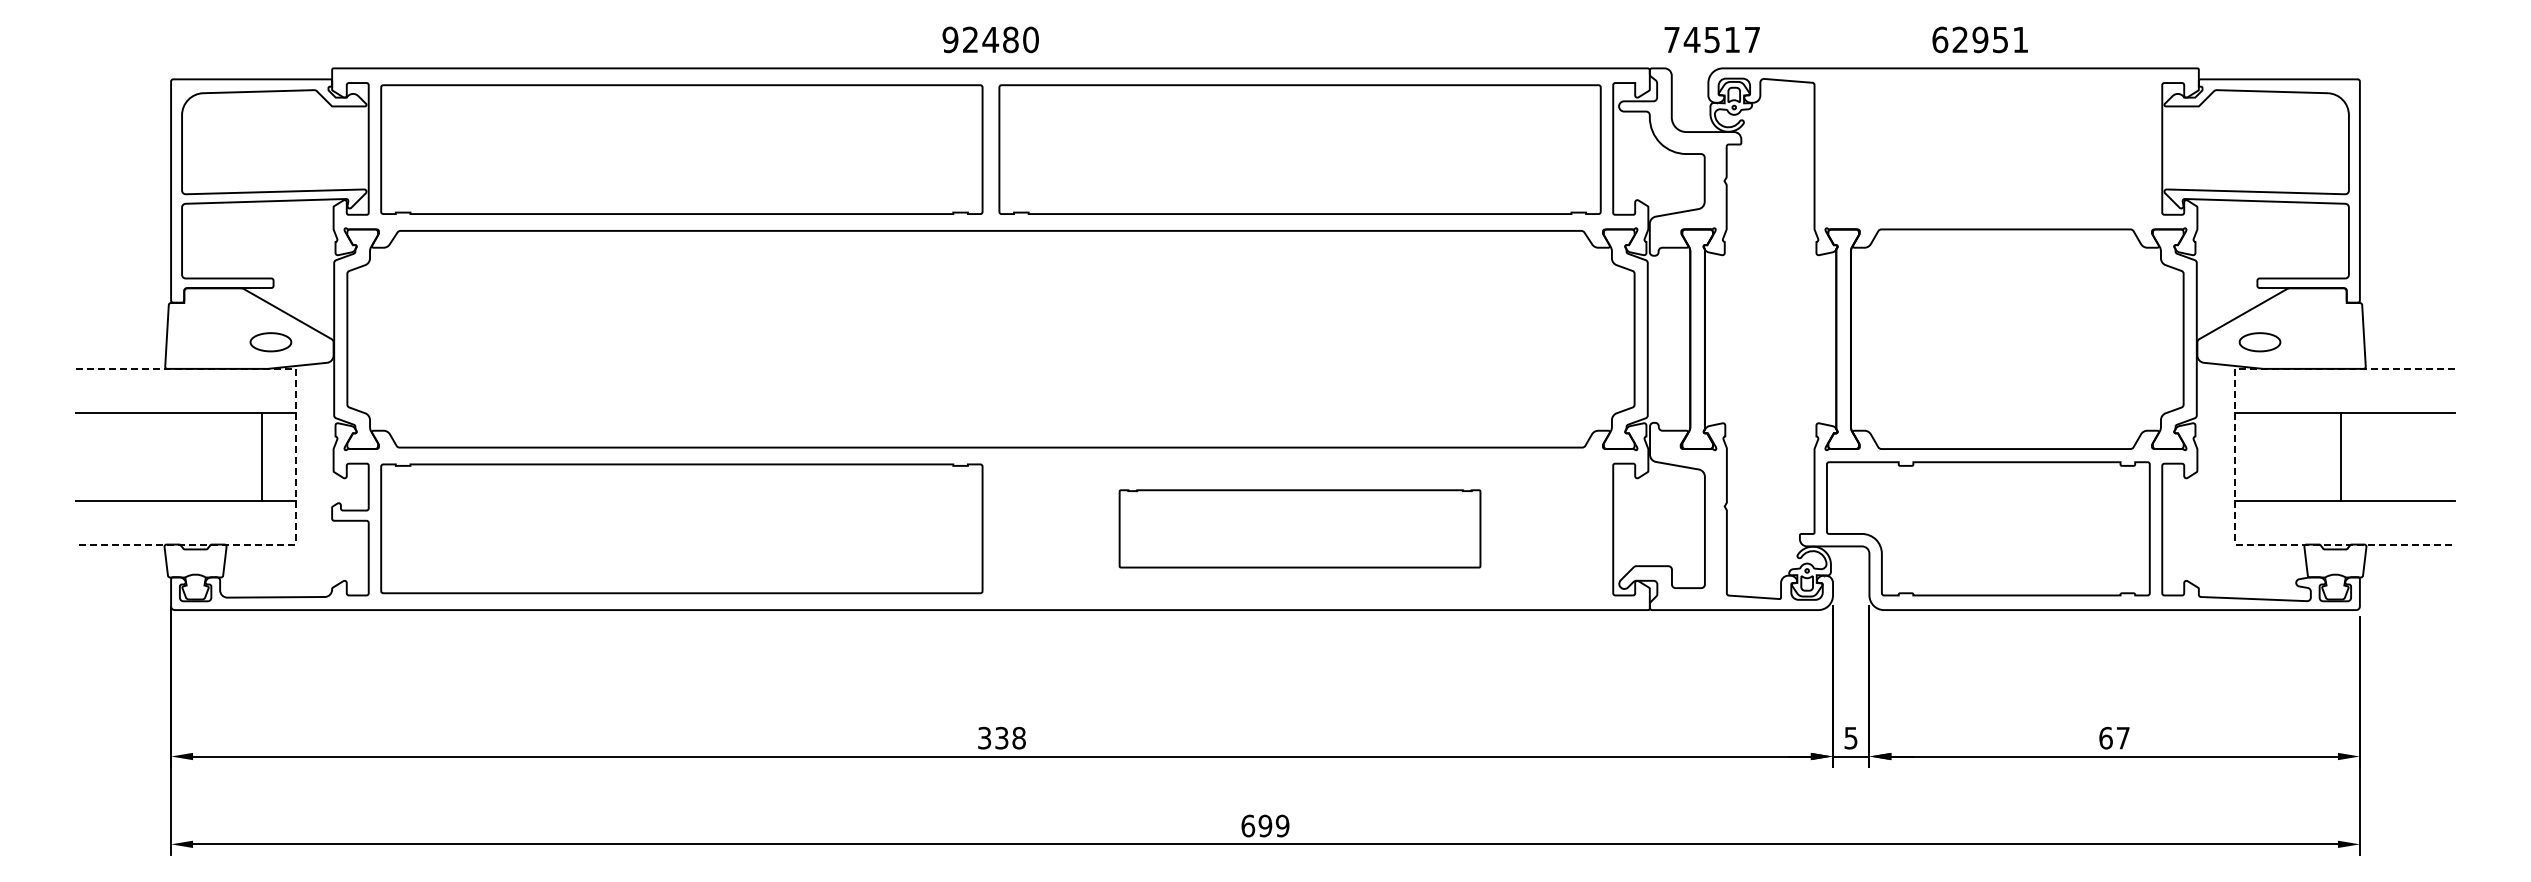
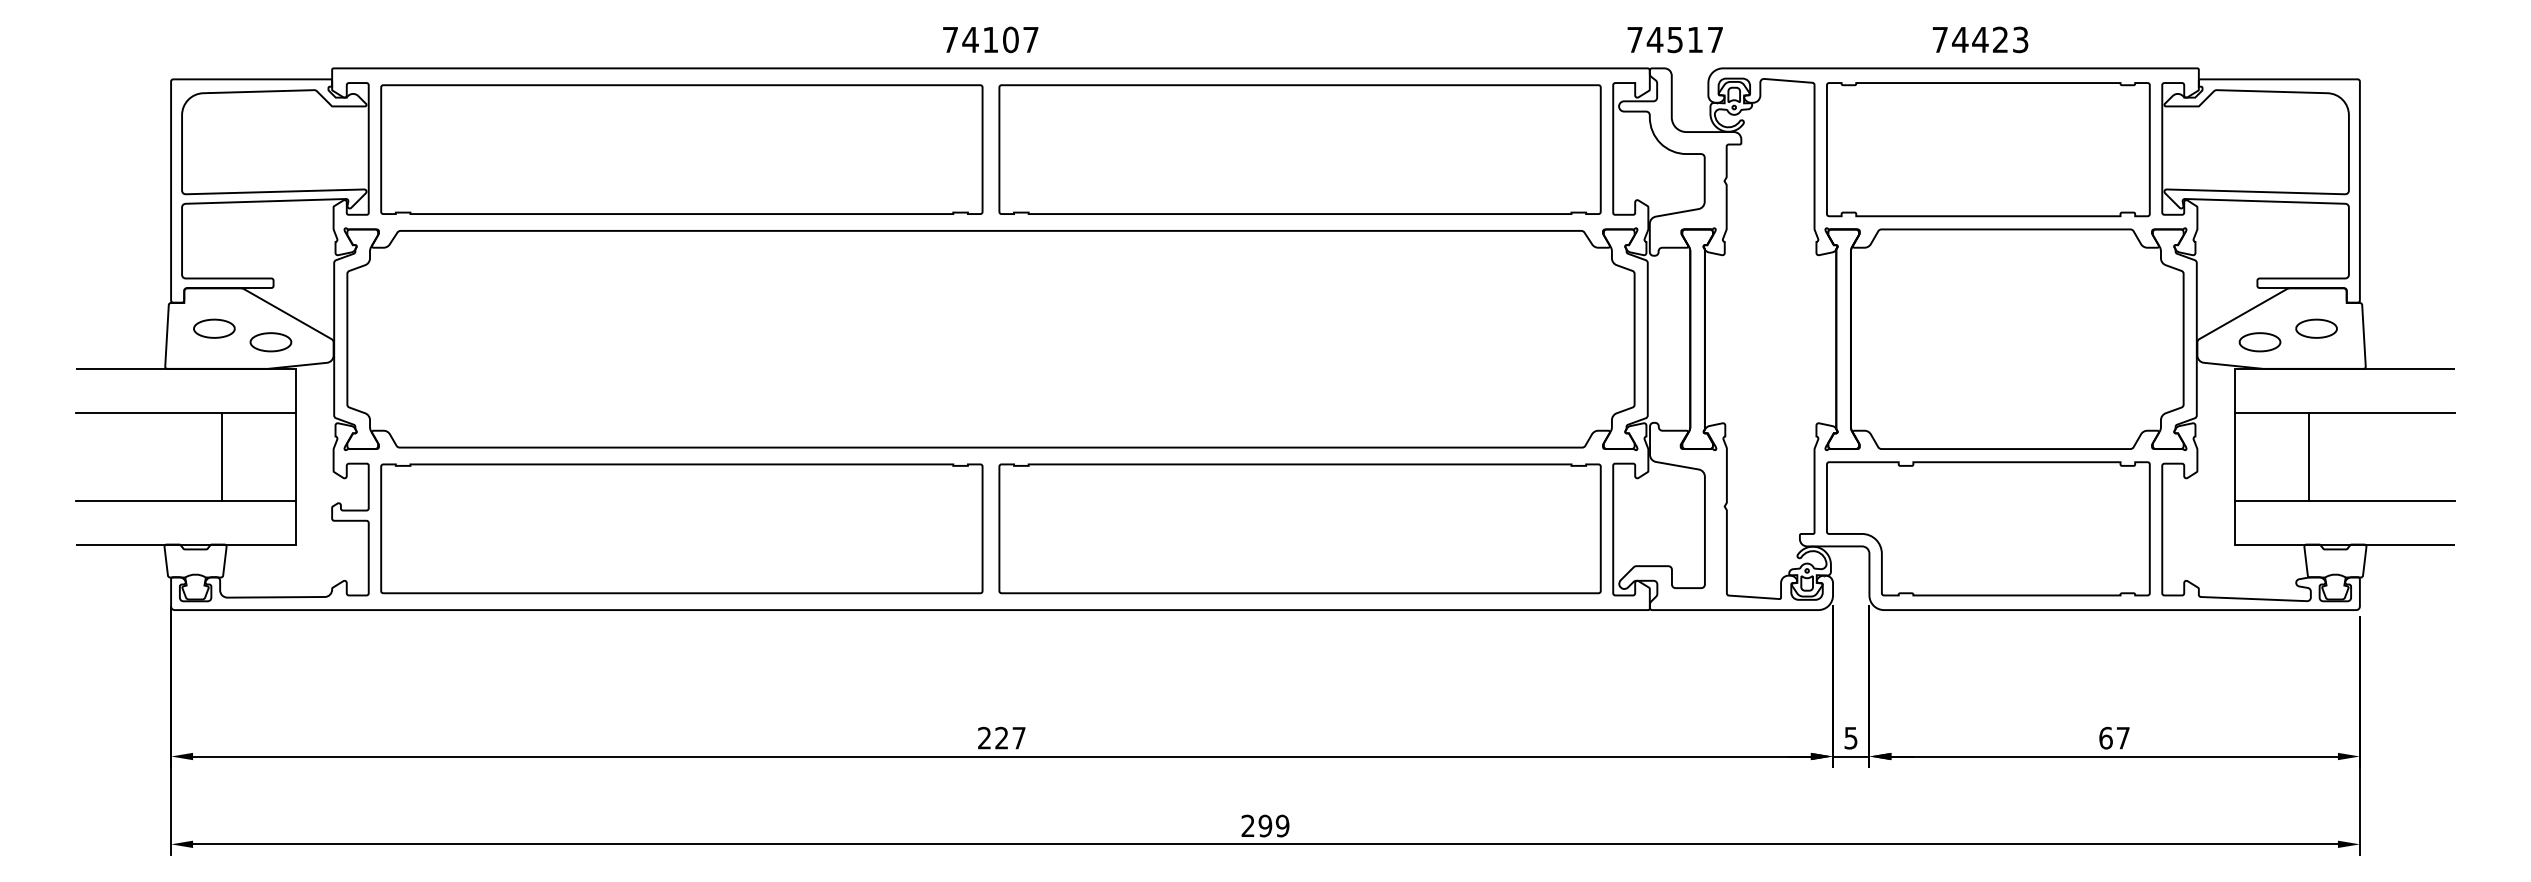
text at (990, 39): 92480 -> 74107
text at (1980, 39): 62951 -> 74423
text at (1711, 40) position: (1711, 40) -> (1674, 40)
part at (1988, 149): none -> present
part at (214, 328): none -> present
part at (2316, 328): none -> present
line at (262, 456) position: (262, 456) -> (222, 456)
line at (295, 456): dashed -> solid
line at (2235, 456): dashed -> solid
line at (2340, 456) position: (2340, 456) -> (2308, 456)
part at (1299, 528) size: 364x80 px -> 604x132 px
text at (1001, 737): 338 -> 227
text at (1248, 825): 699 -> 299
